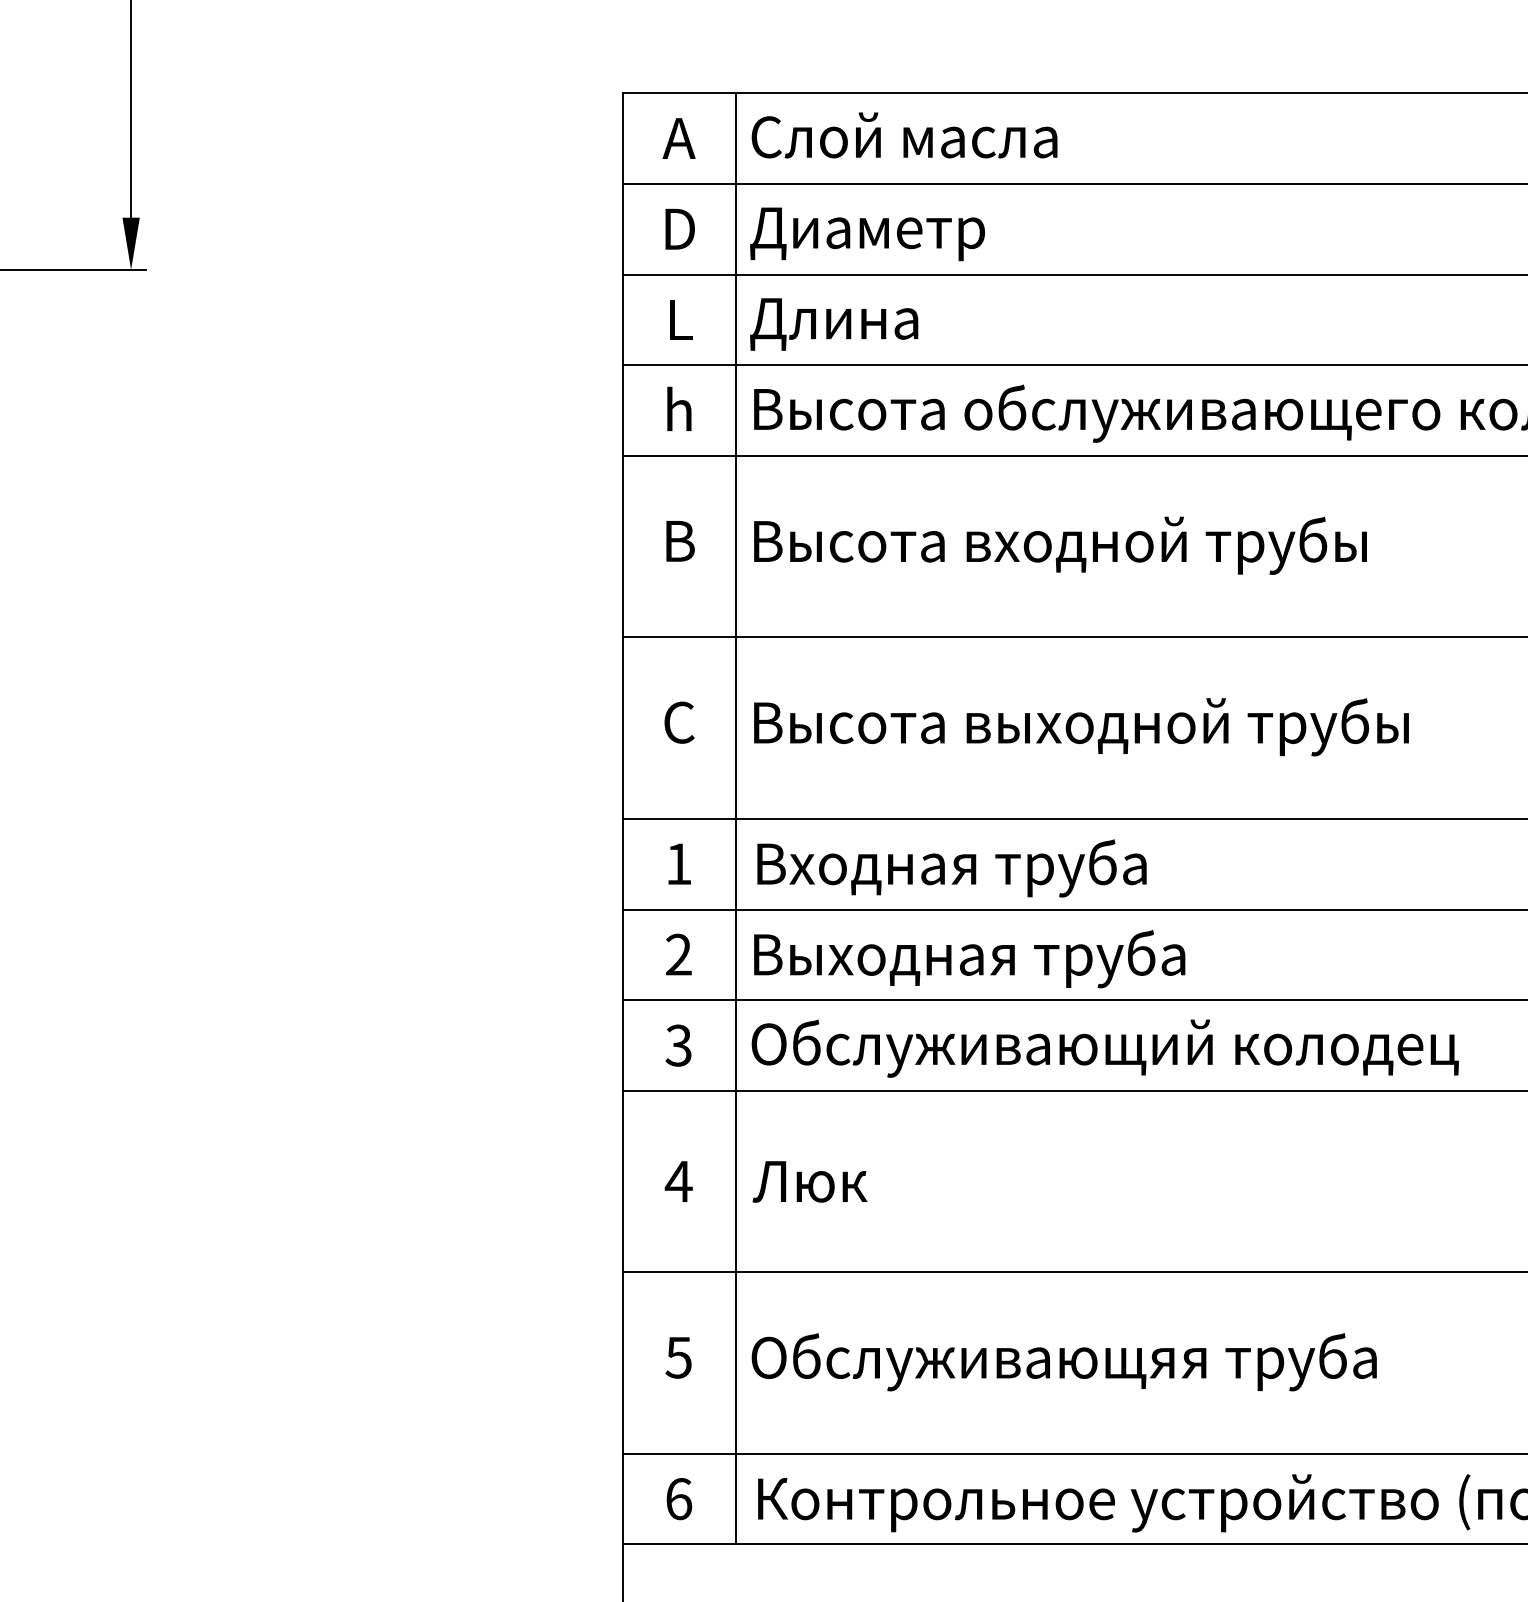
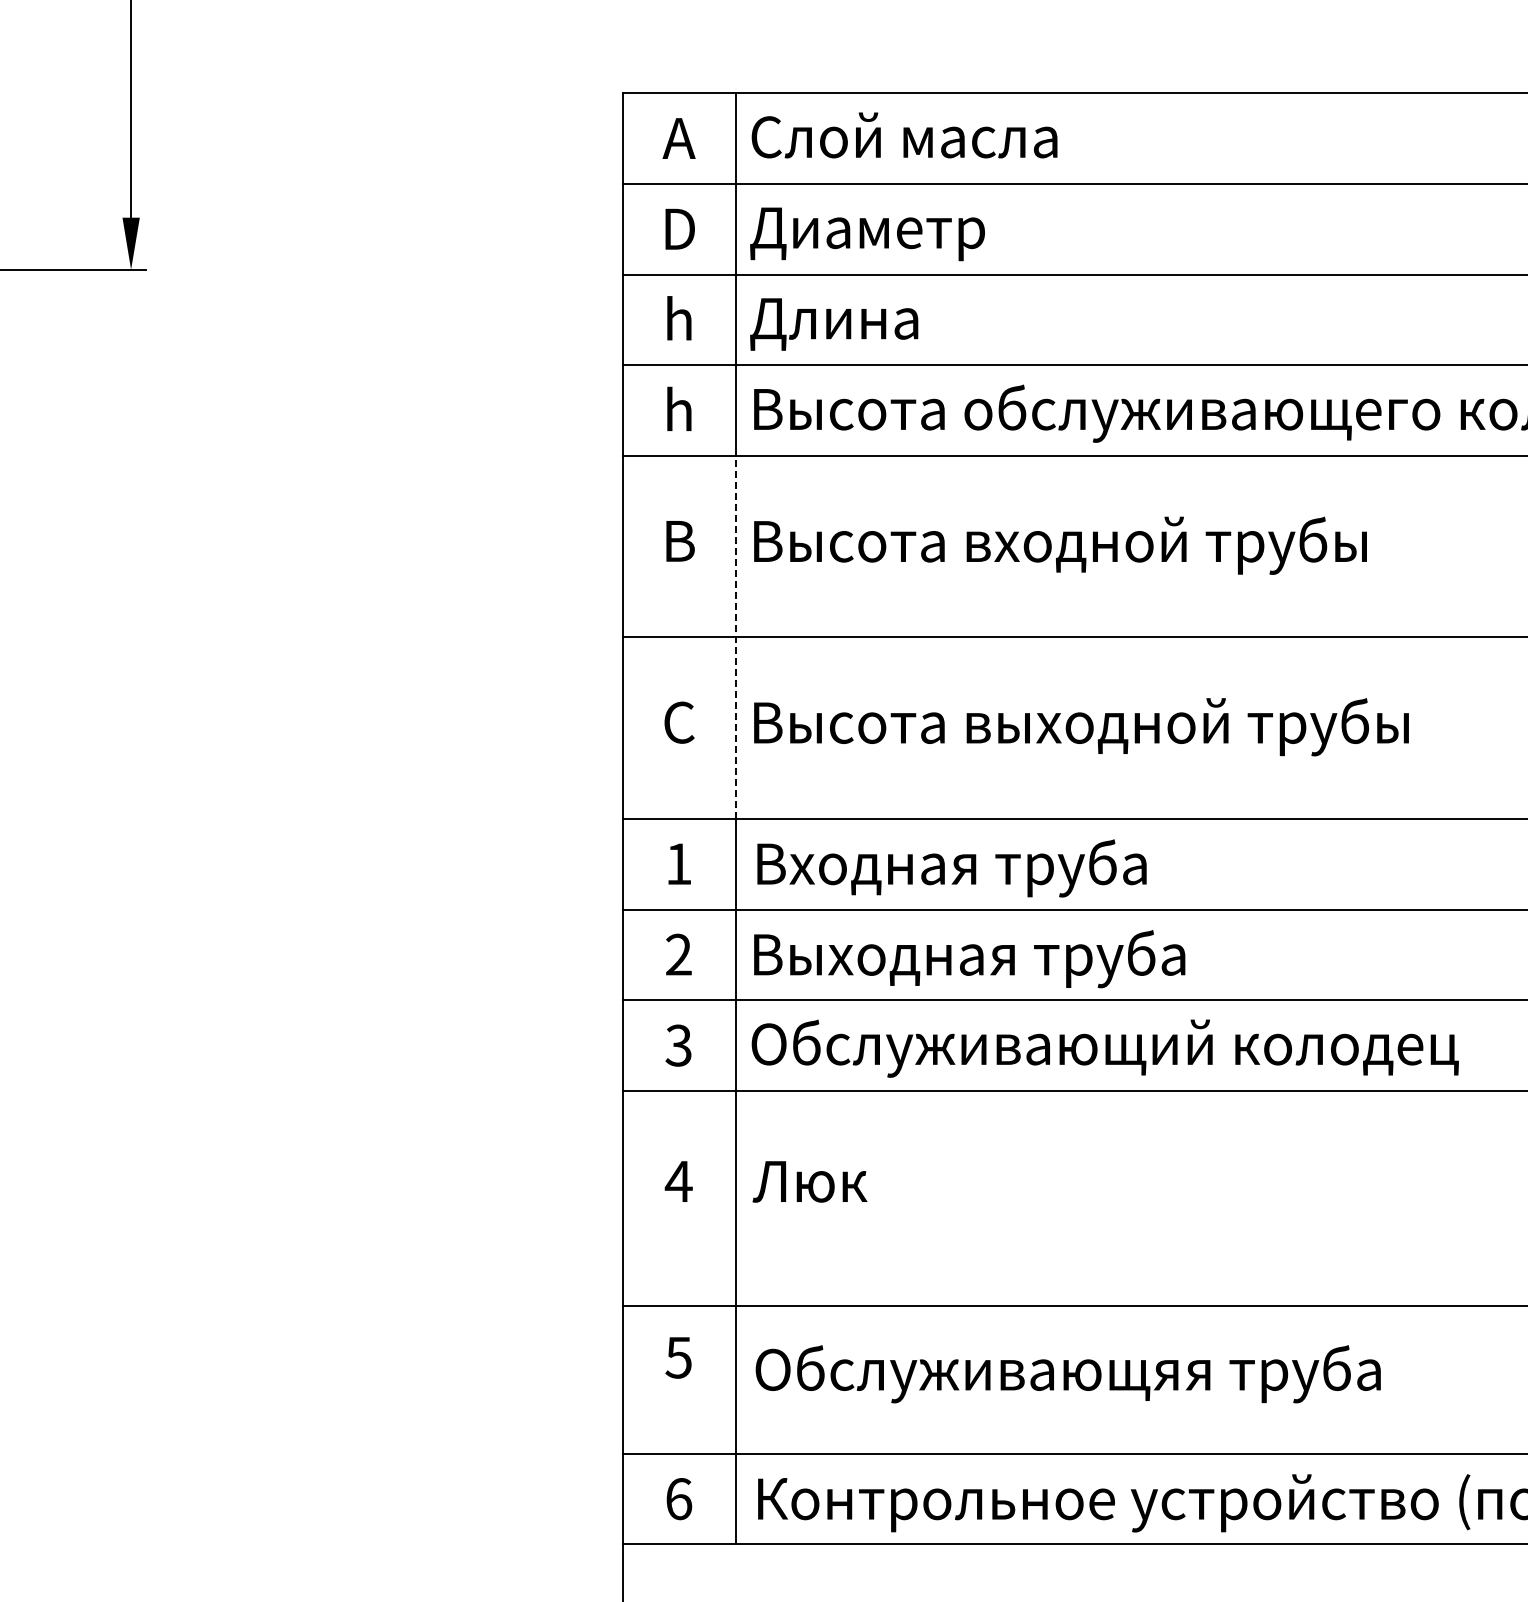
text at (679, 318): L -> h
line at (736, 636): solid -> dashed
line at (1073, 1272) position: (1073, 1272) -> (1073, 1306)
text at (1063, 1362) position: (1063, 1362) -> (1067, 1374)
